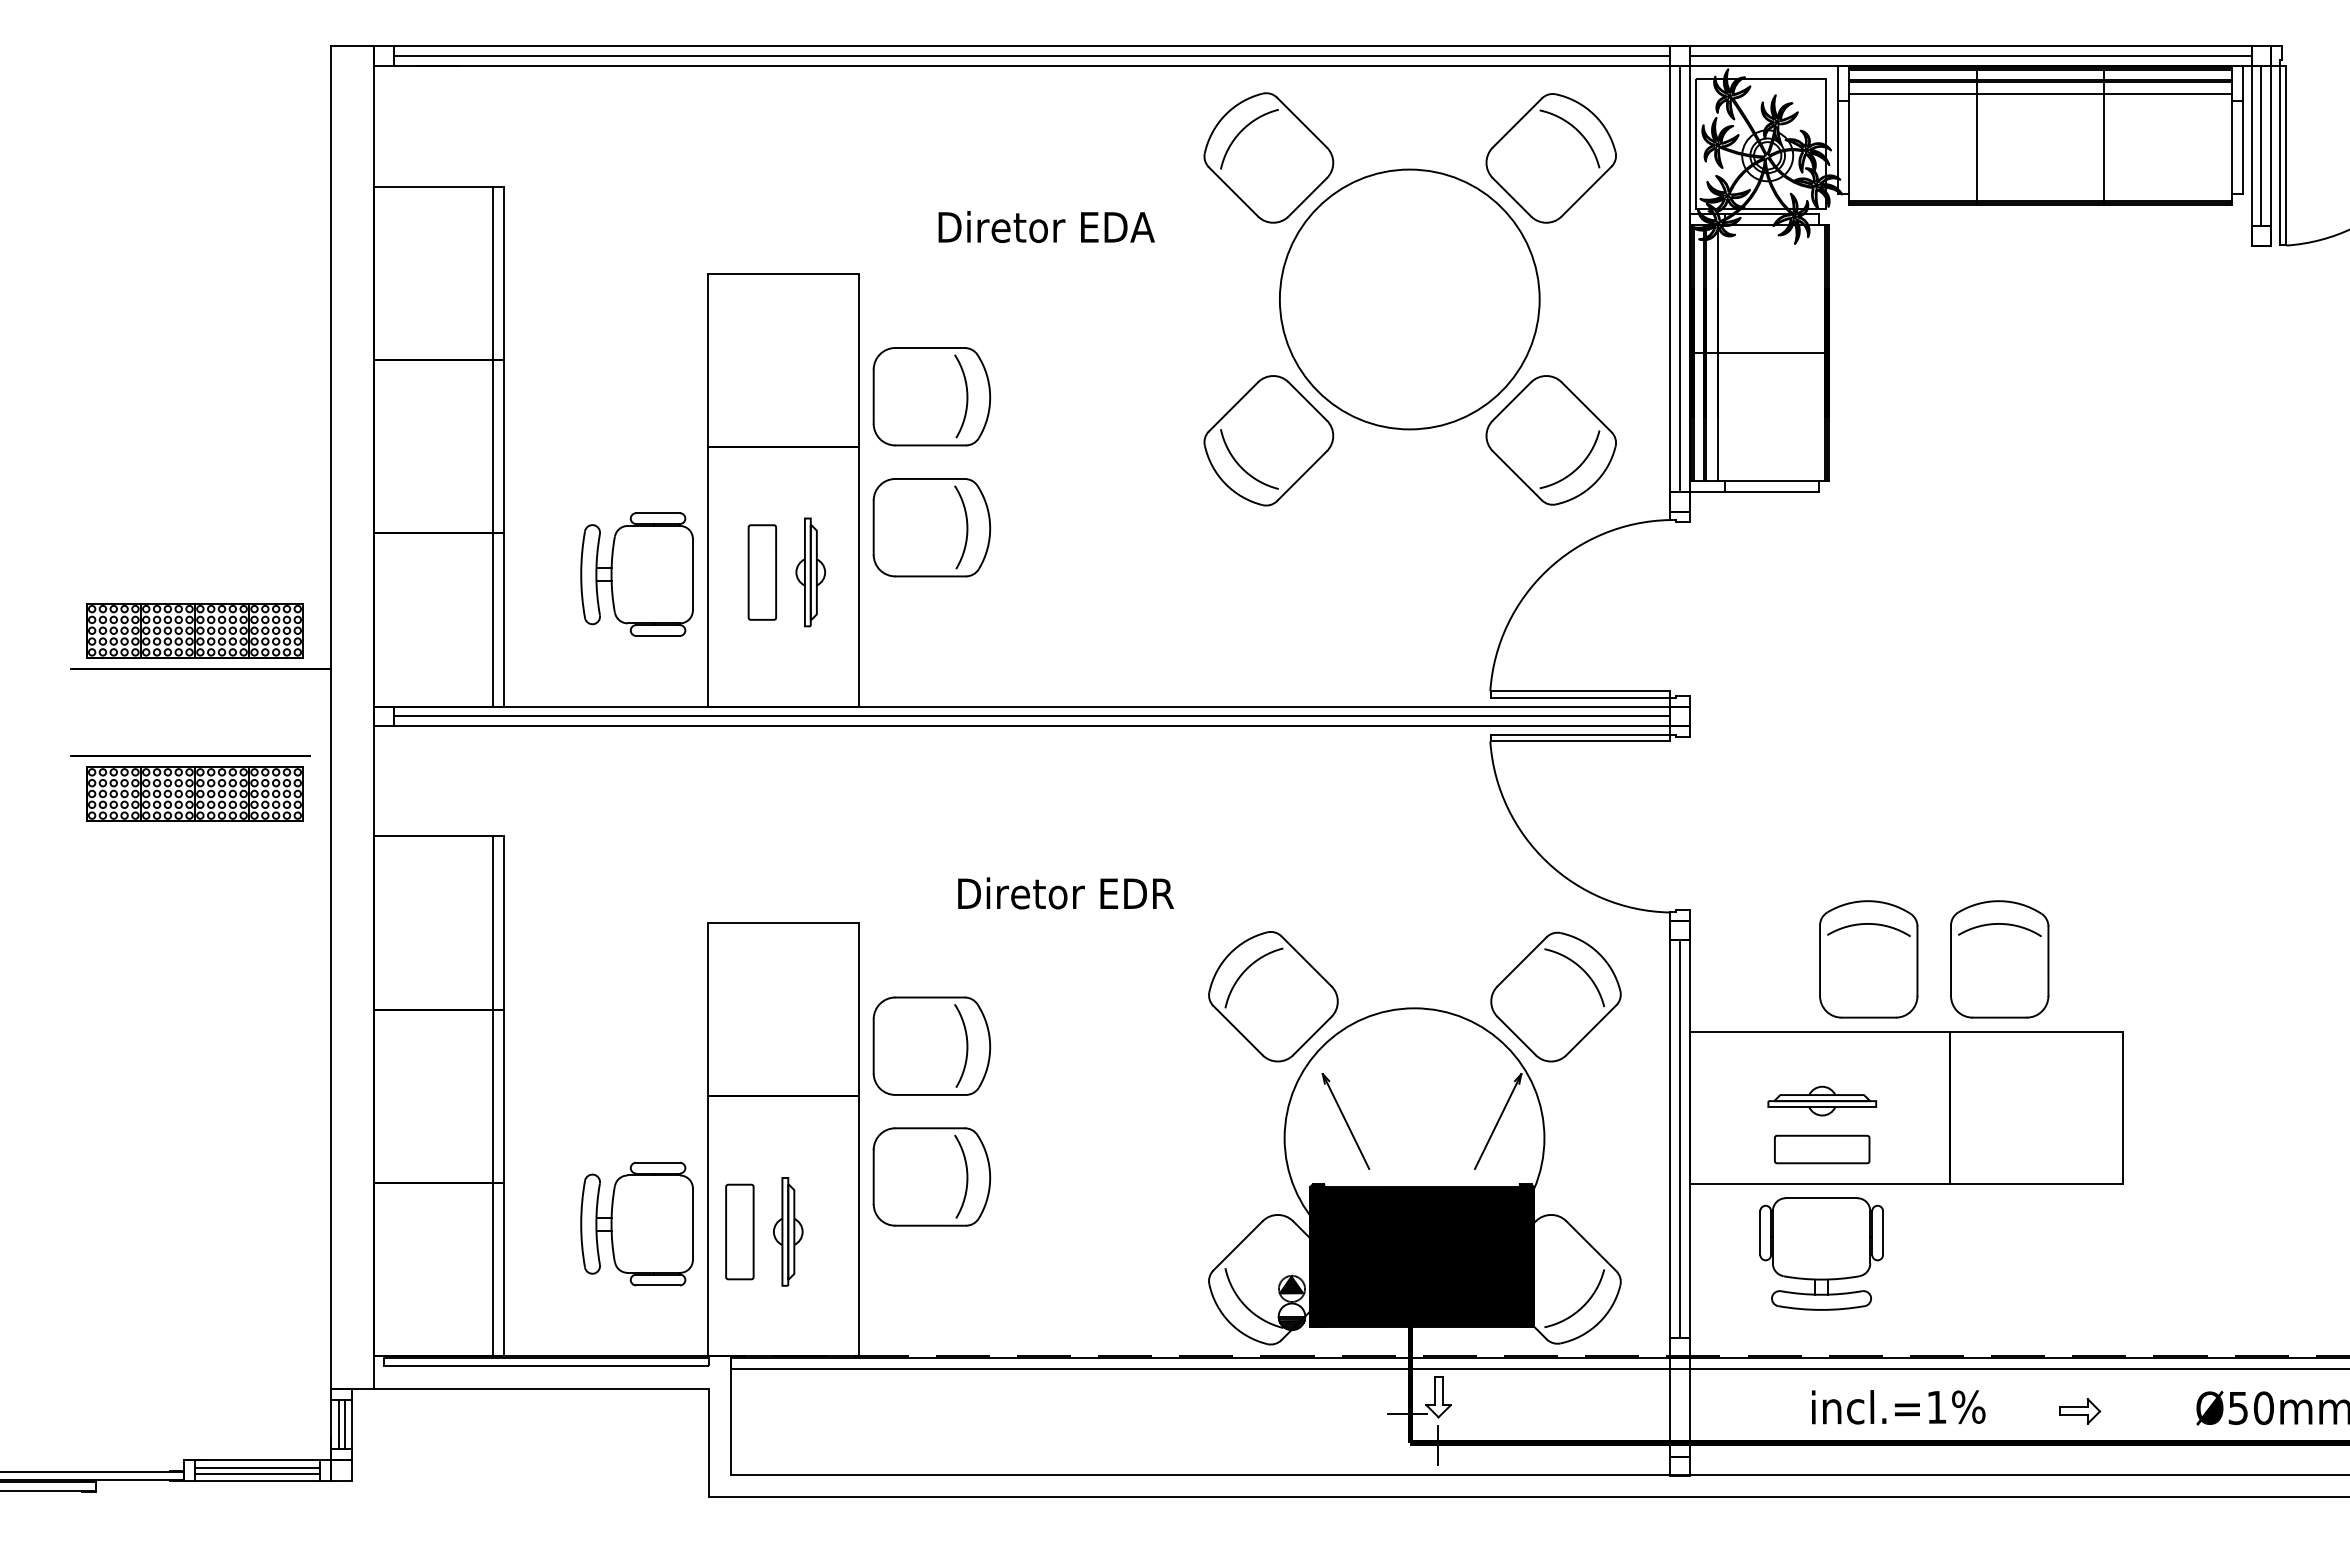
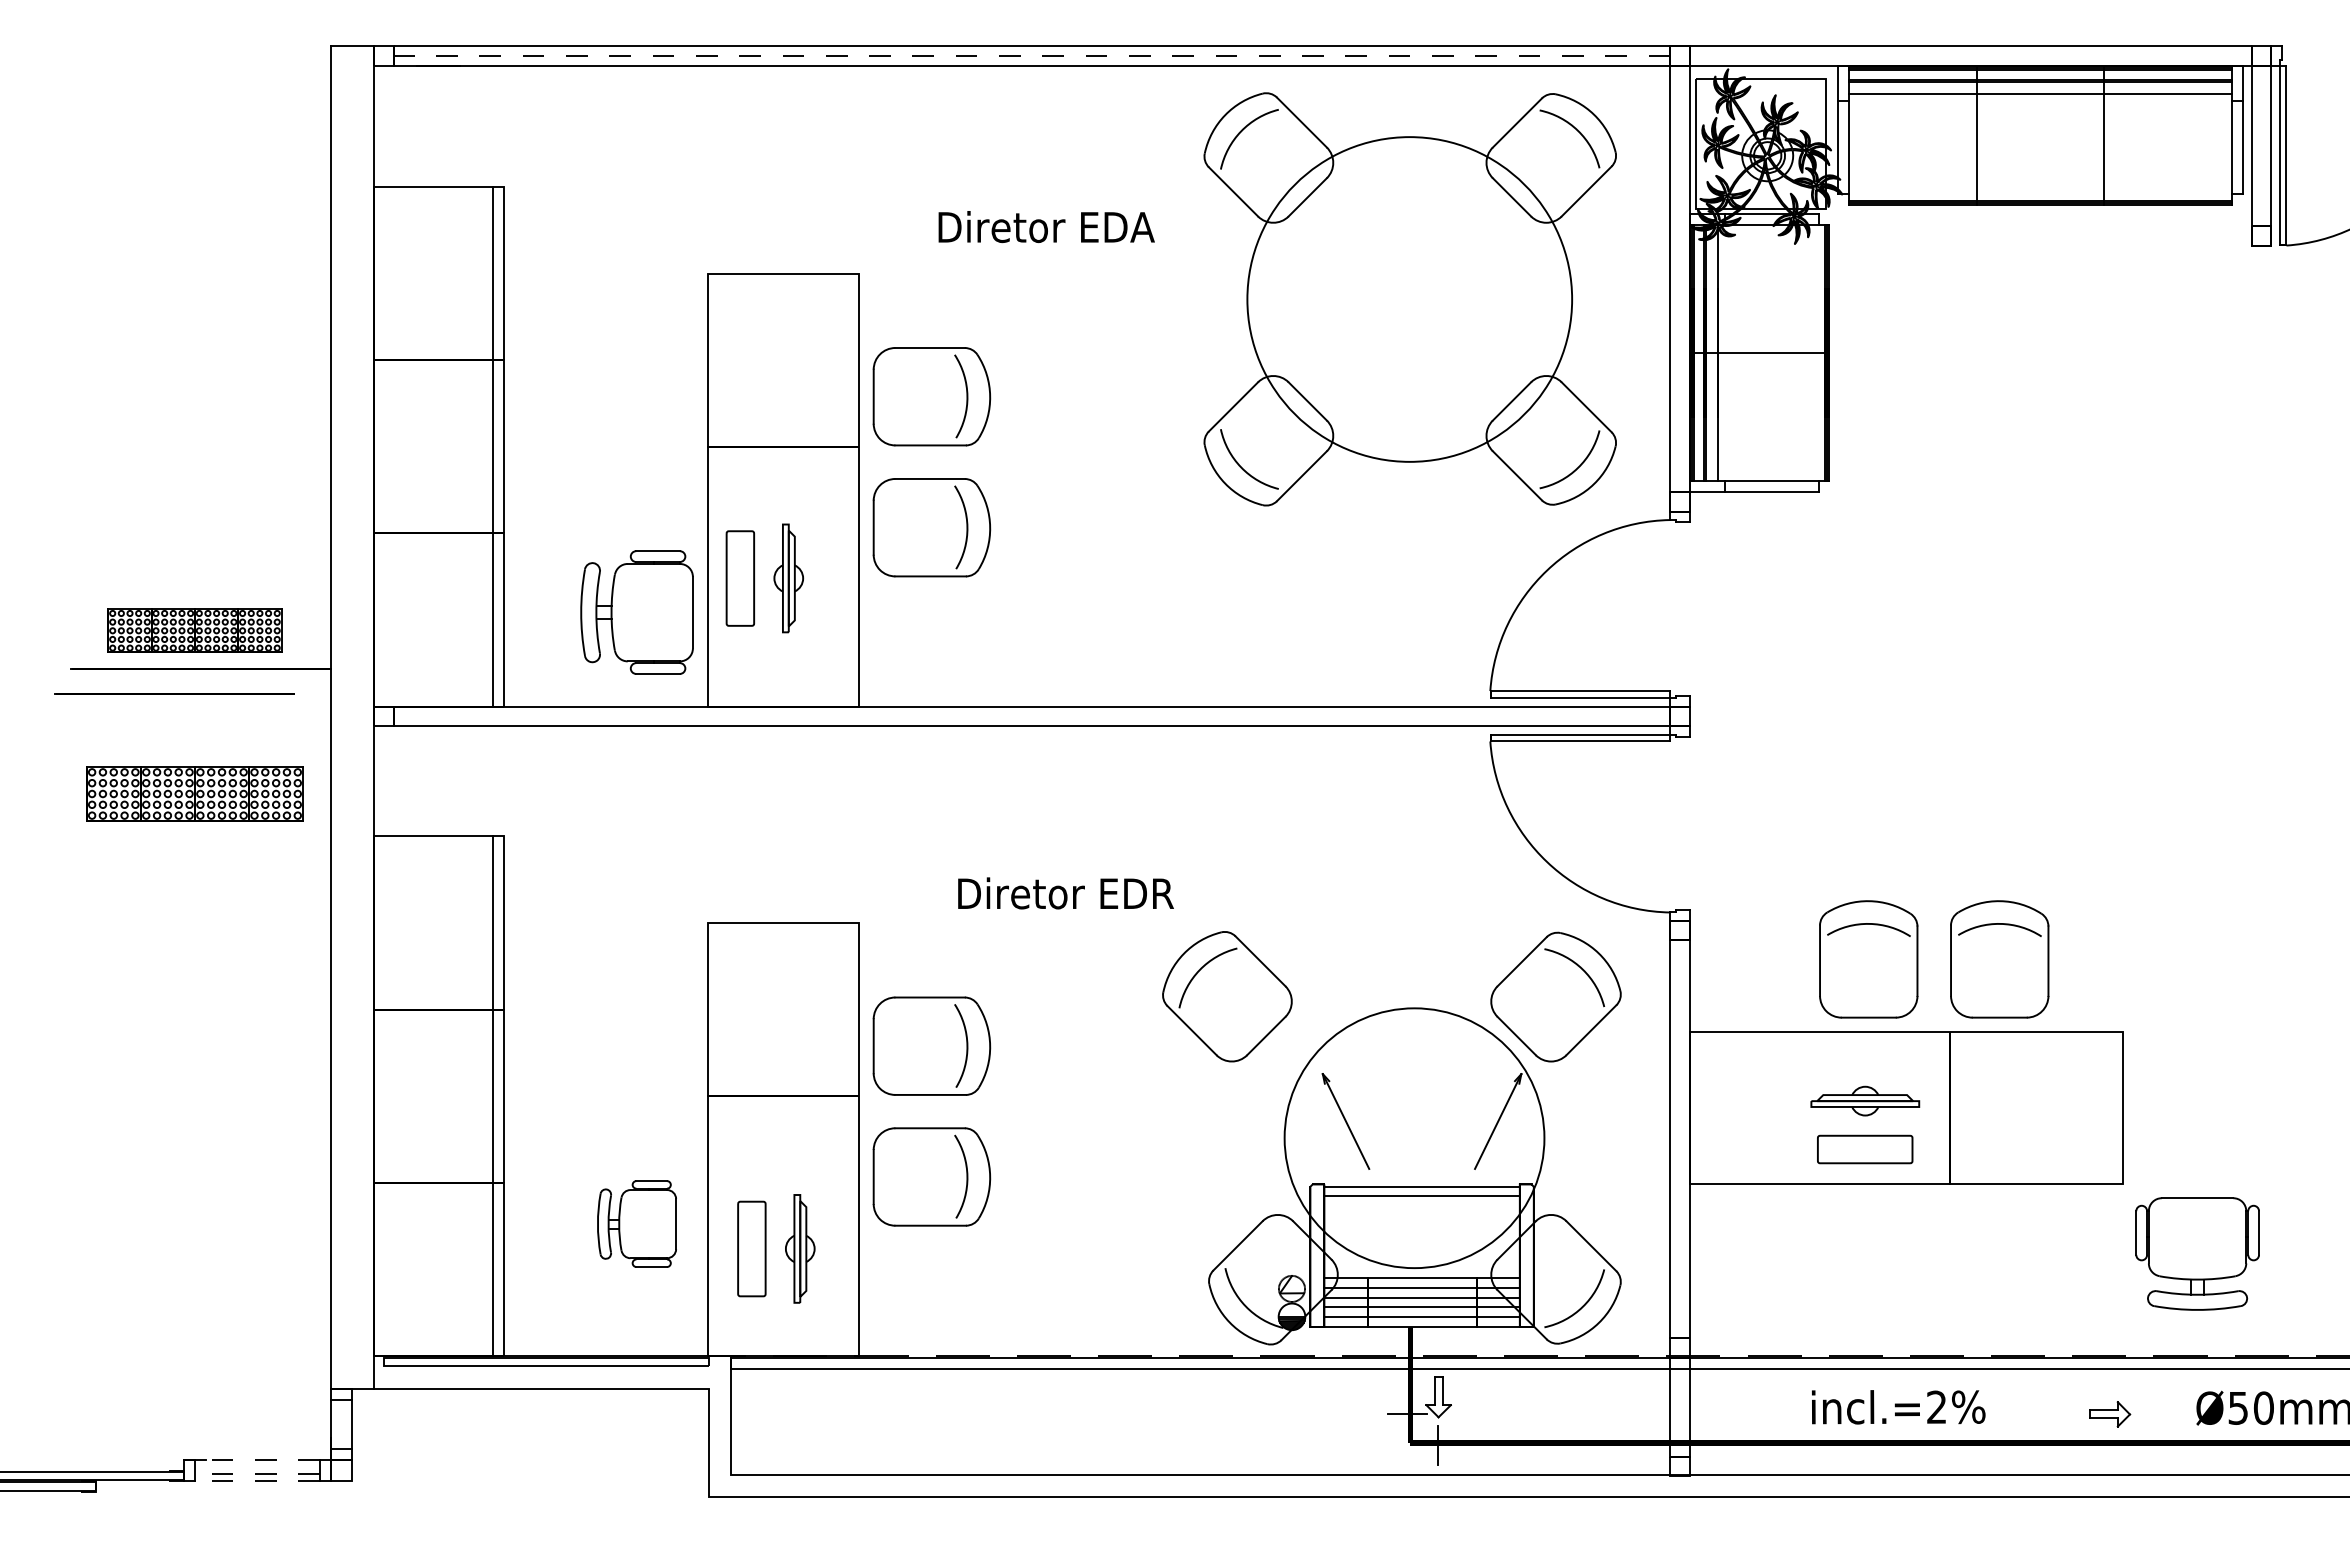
line at (1031, 55): solid -> dashed
line at (1970, 55): present -> none
line at (2261, 145): present -> none
line at (1679, 278): present -> none
circle at (1409, 299) diameter: 260 px -> 325 px
part at (795, 572) position: (795, 572) -> (773, 578)
part at (636, 574) position: (636, 574) -> (636, 612)
part at (194, 630) size: 218x56 px -> 176x45 px
line at (1031, 716): present -> none
line at (190, 755) position: (190, 755) -> (174, 693)
part at (1273, 996) position: (1273, 996) -> (1227, 996)
part at (1822, 1116) position: (1822, 1116) -> (1865, 1116)
line at (1679, 1139): present -> none
part at (636, 1223) size: 114x126 px -> 80x88 px
part at (773, 1231) position: (773, 1231) -> (785, 1248)
part at (1821, 1253) position: (1821, 1253) -> (2197, 1253)
fill at (1421, 1255): present -> none
fill at (1291, 1284): present -> none
text at (1936, 1406): incl.=1%%% -> incl.=2%%%
part at (2080, 1411) position: (2080, 1411) -> (2110, 1414)
line at (338, 1423): present -> none
line at (345, 1423): present -> none
line at (257, 1459): solid -> dashed
line at (257, 1467): present -> none
line at (257, 1474): solid -> dashed
line at (257, 1481): solid -> dashed
